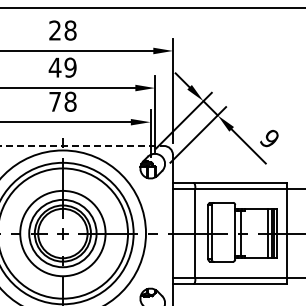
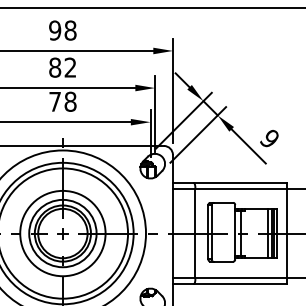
text at (55, 30): 28 -> 98
text at (62, 67): 49 -> 82
line at (82, 145): dashed -> solid
